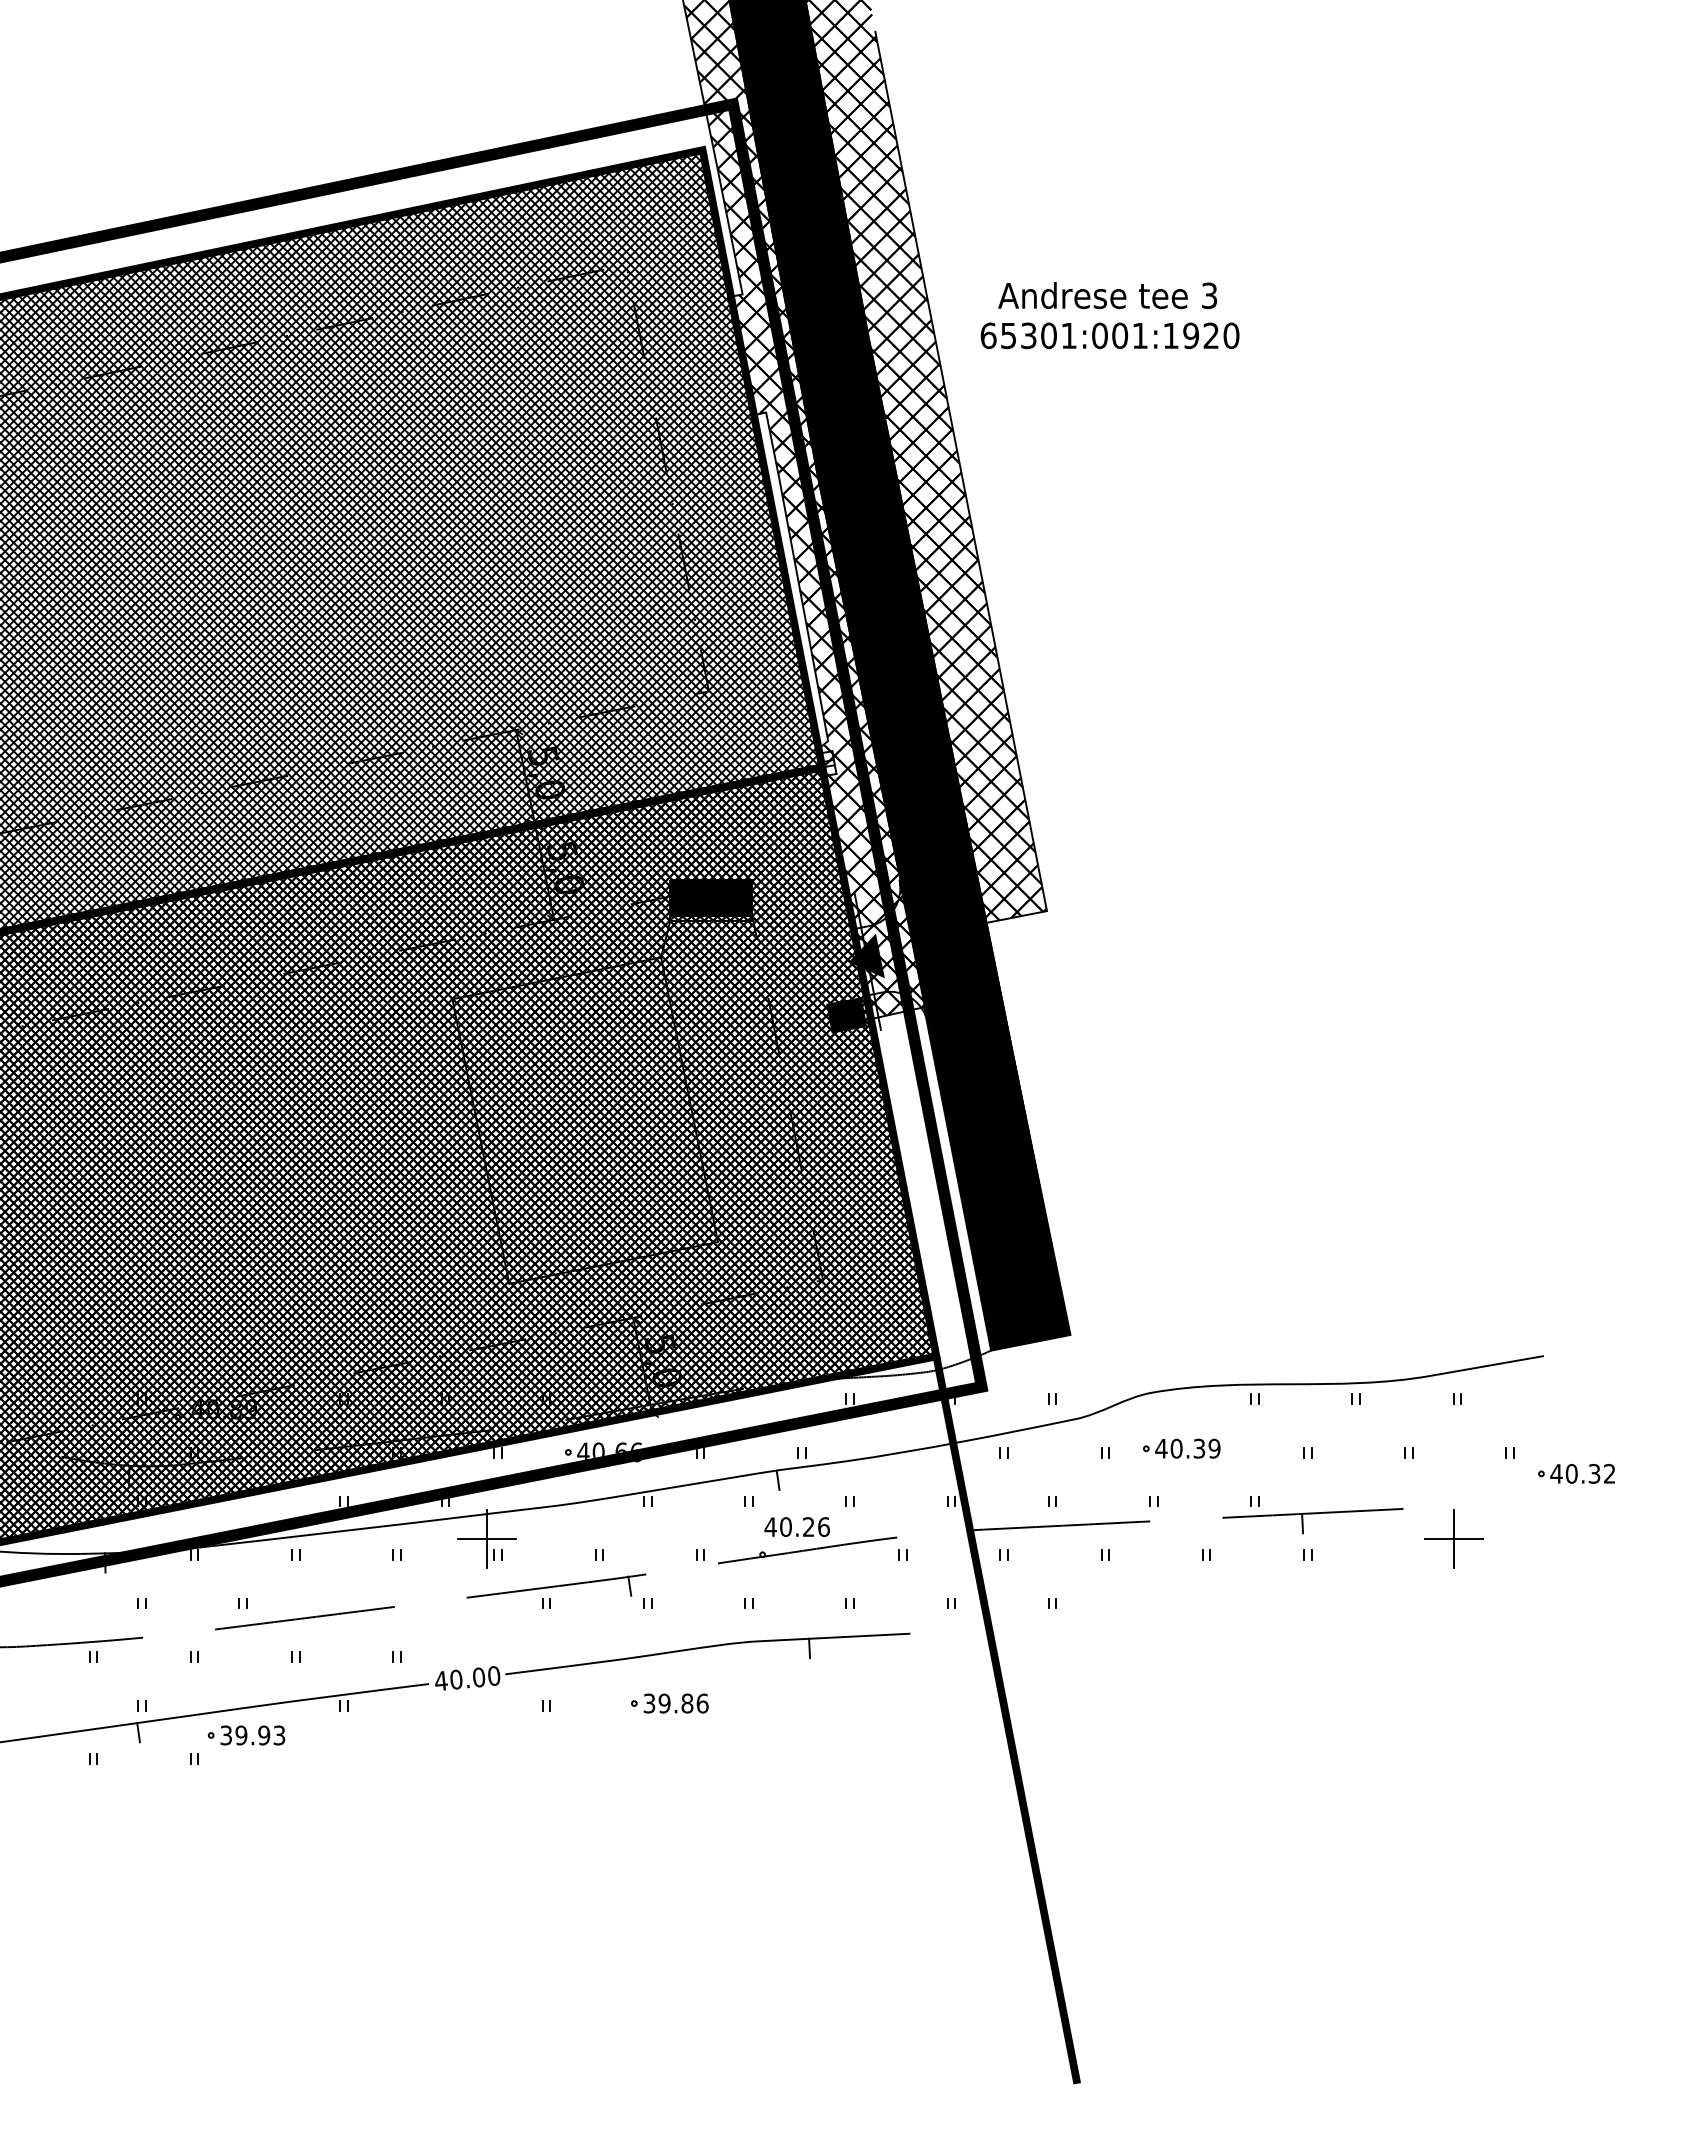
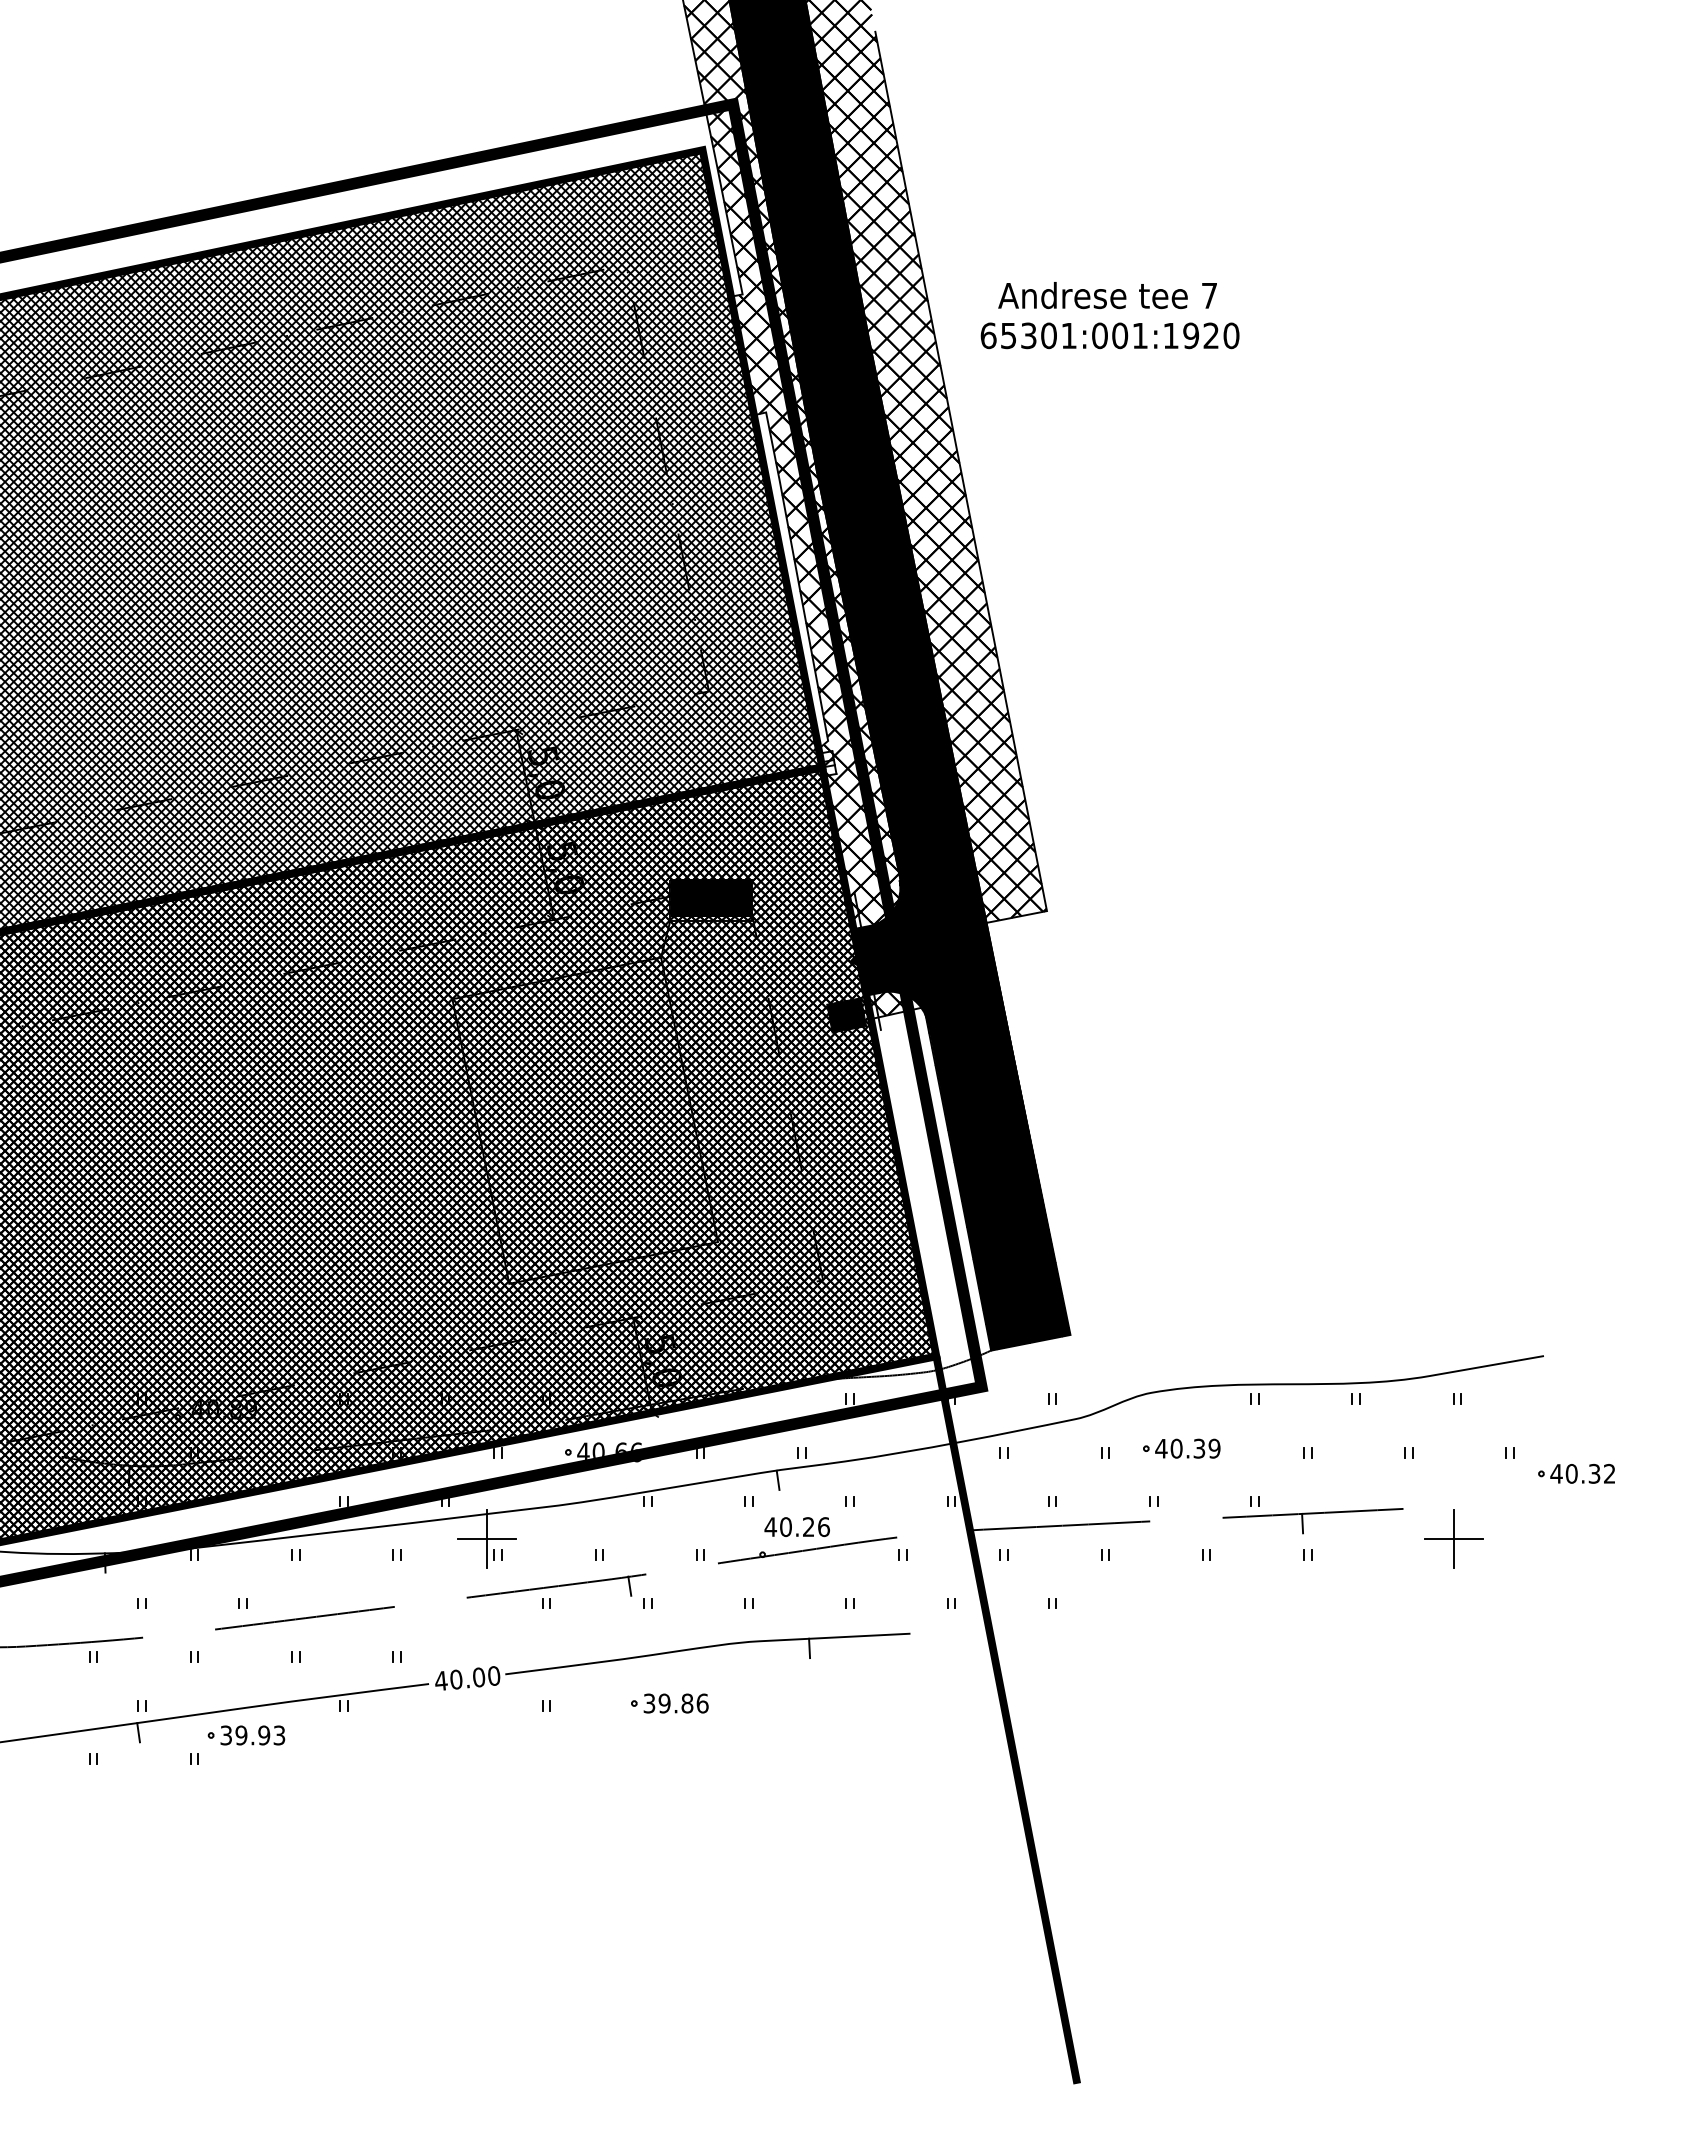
text at (1209, 295): 3 -> 7
fill at (890, 951): none -> present
